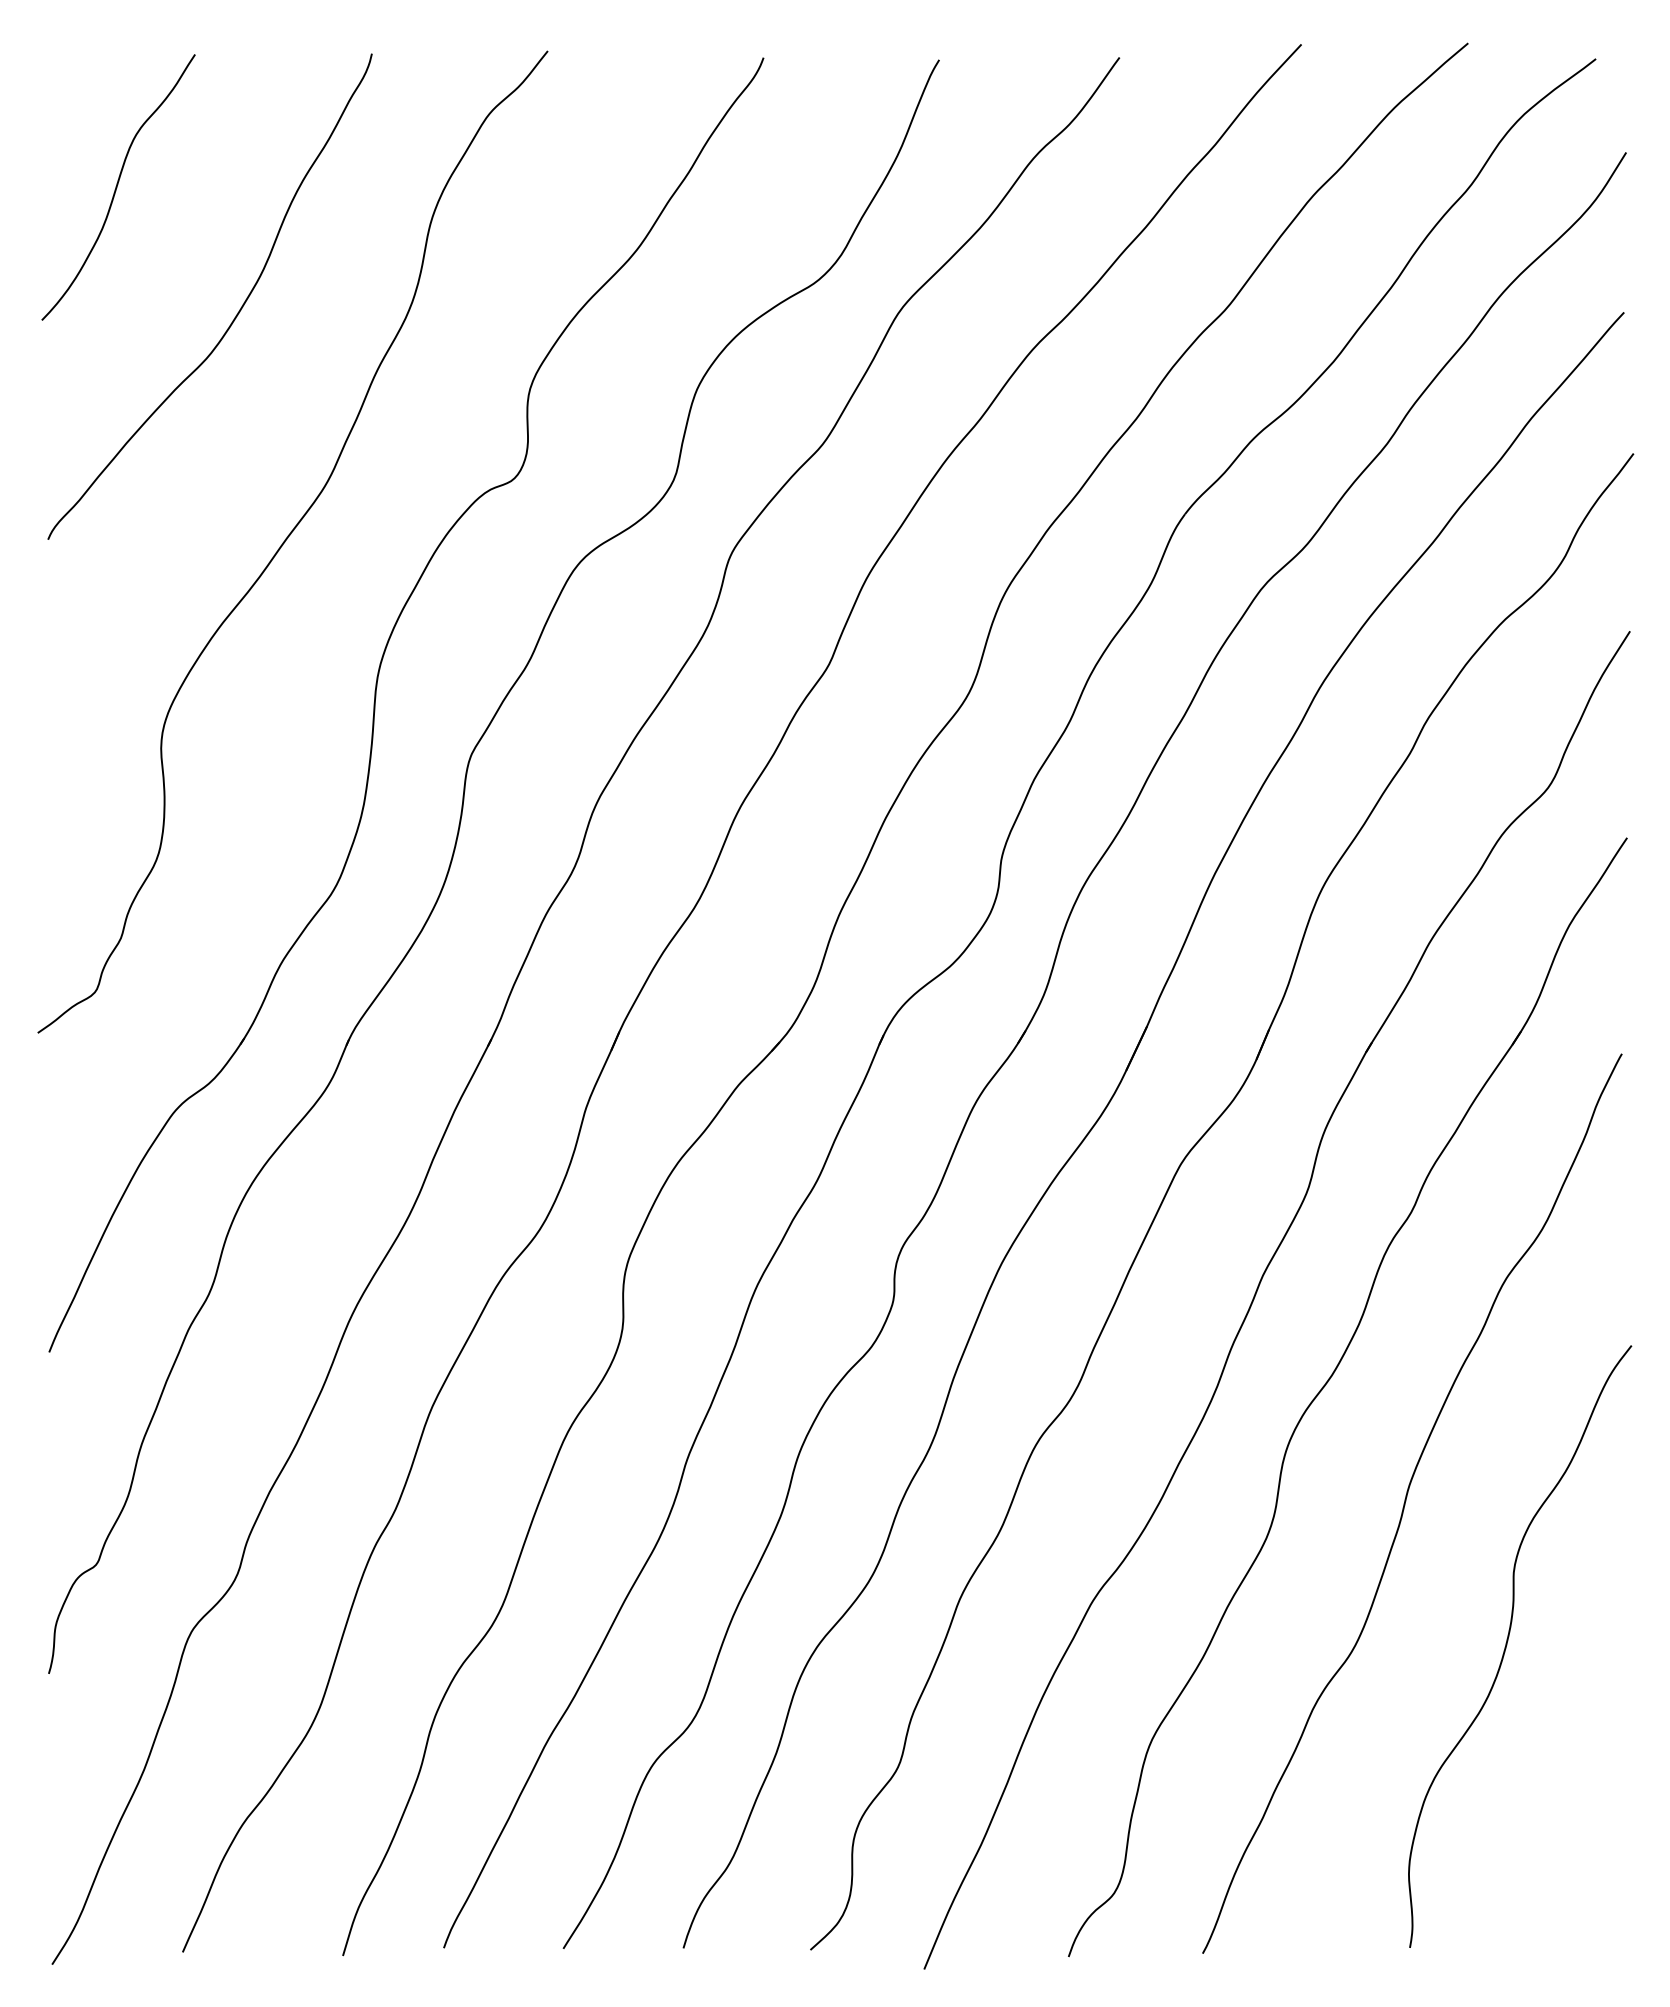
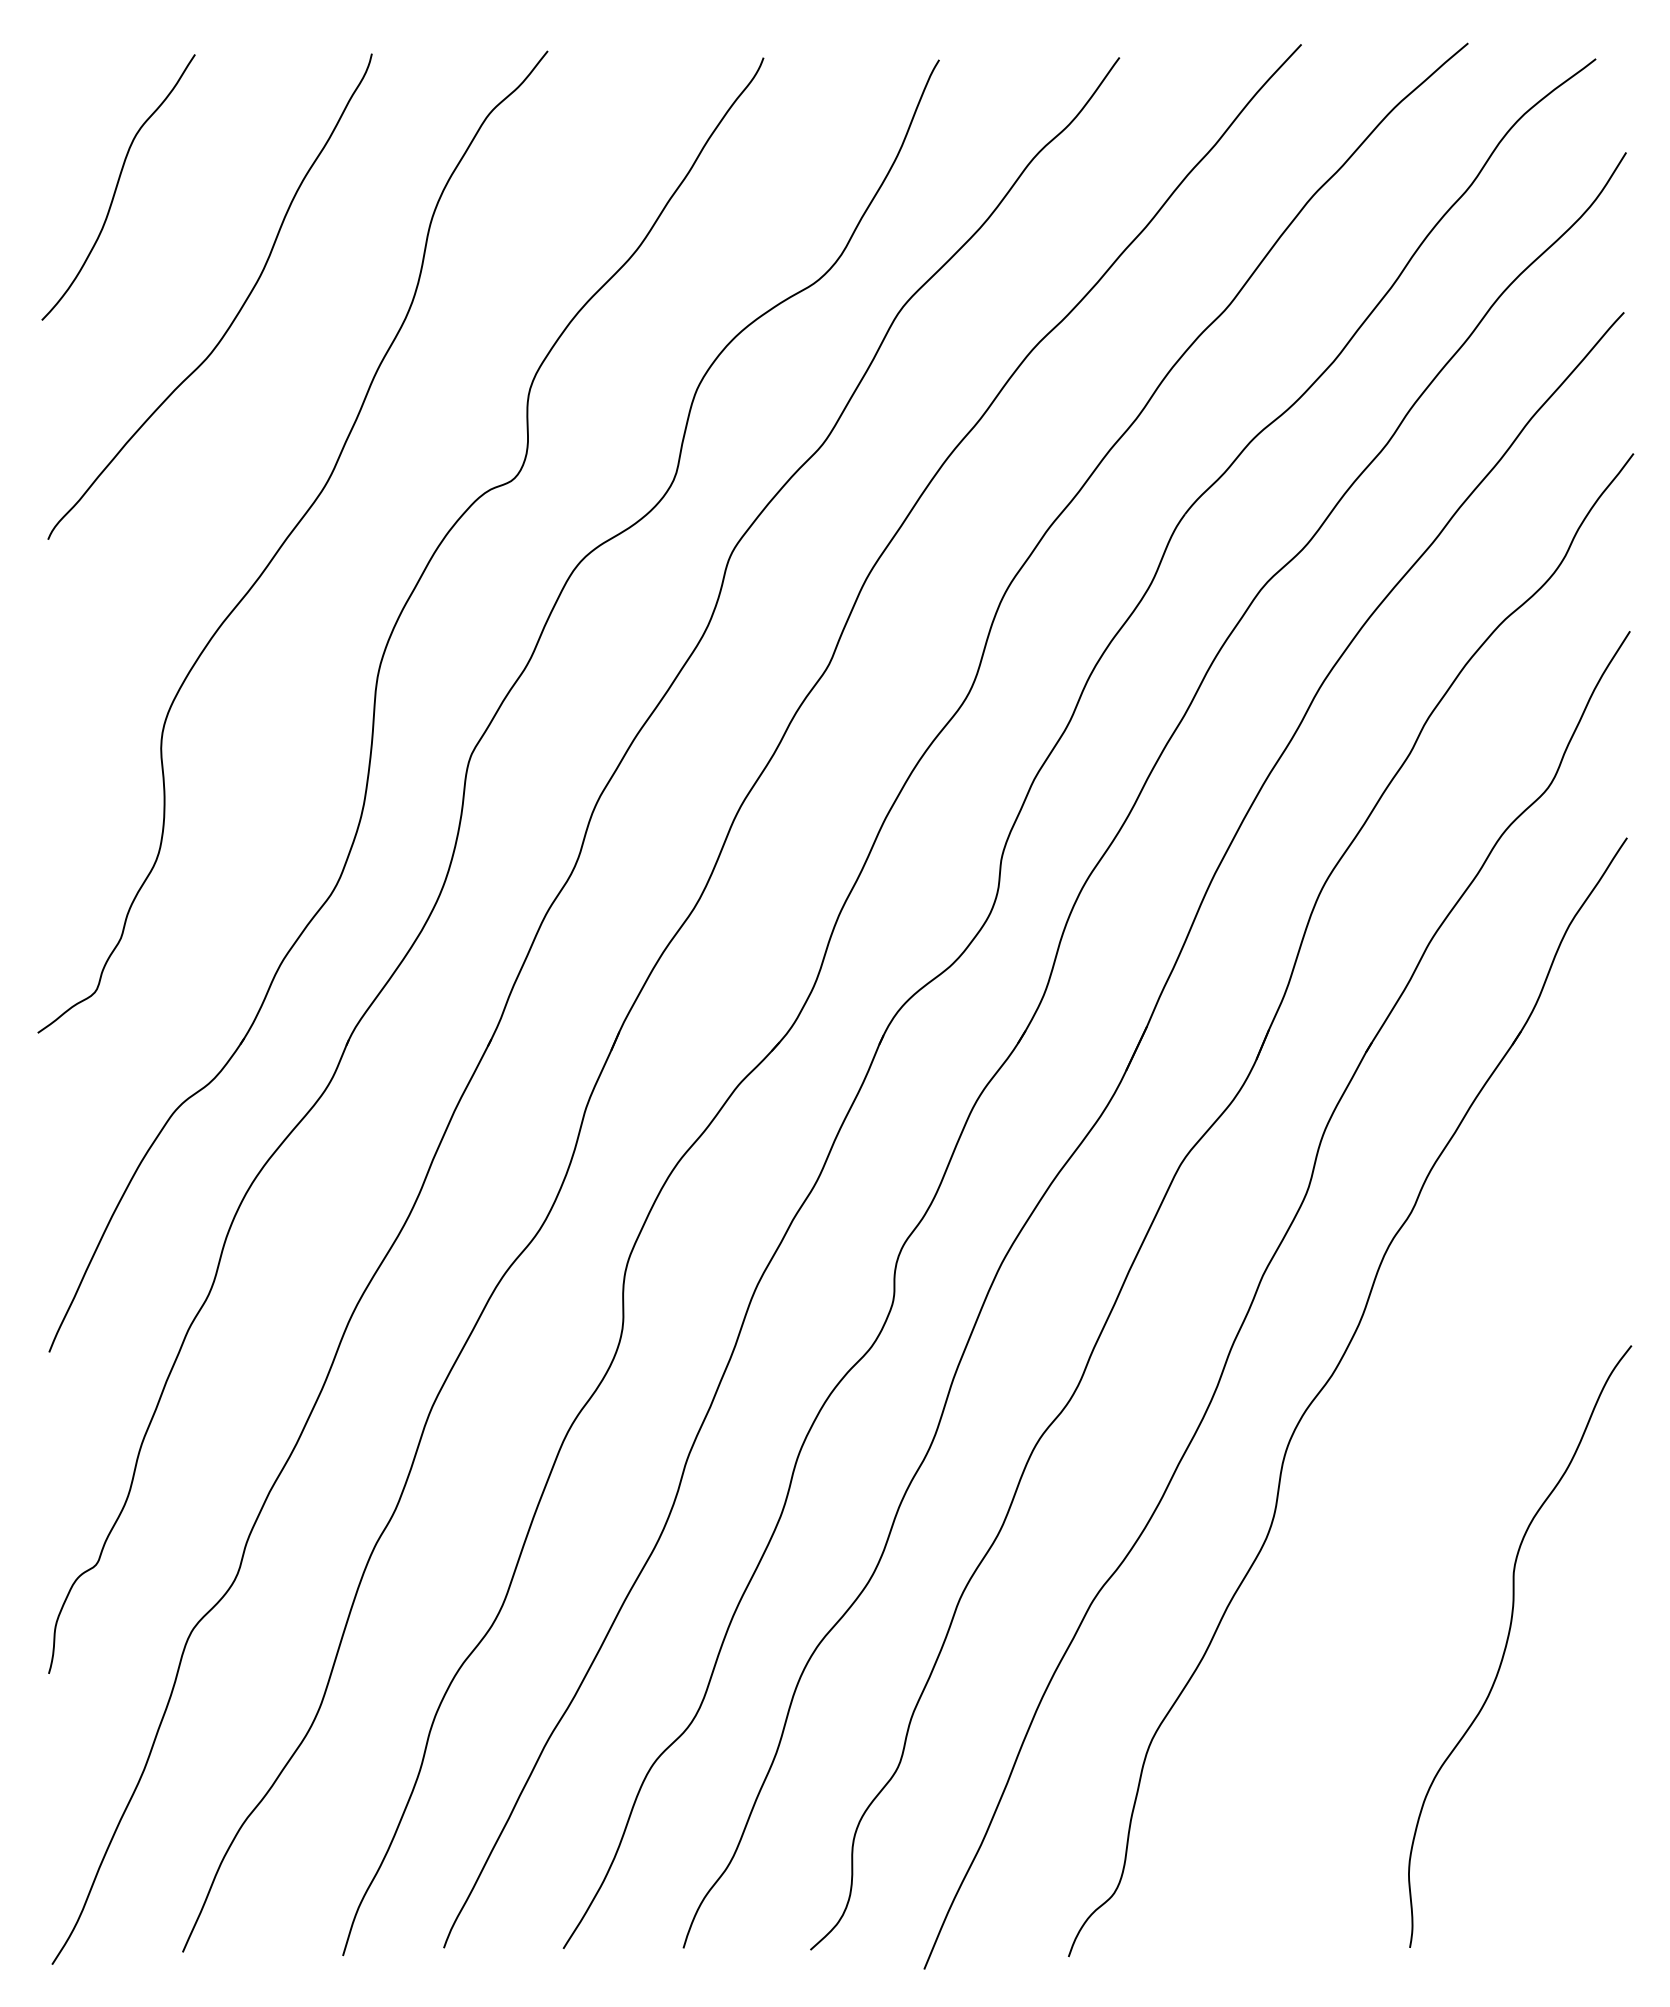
curve at (1406, 1501): present -> none
